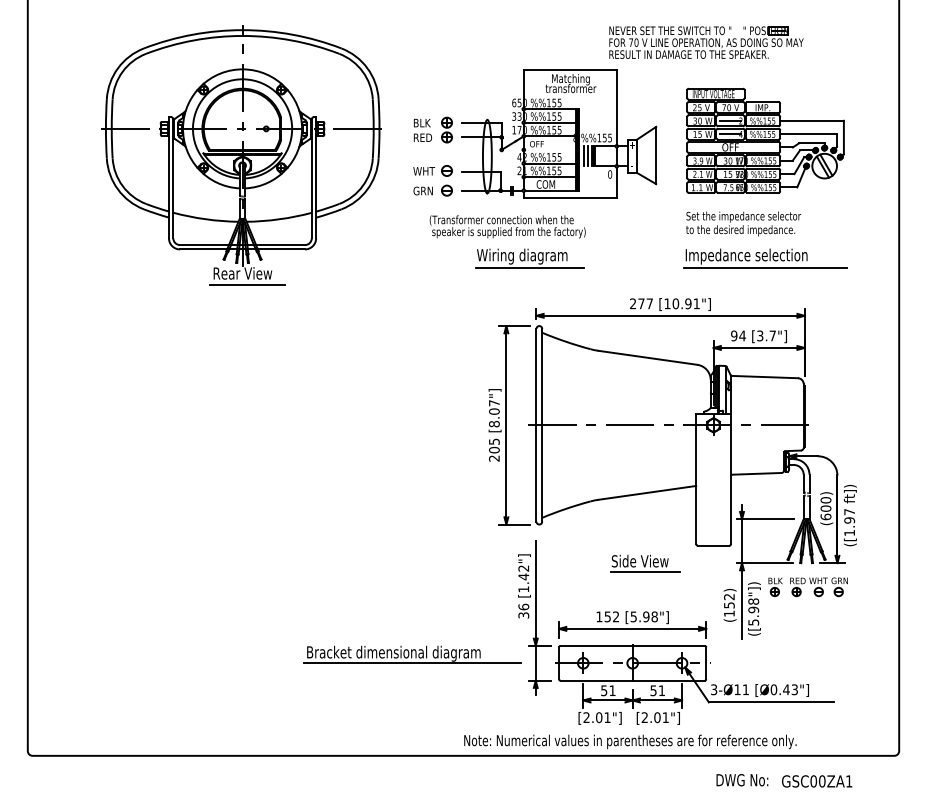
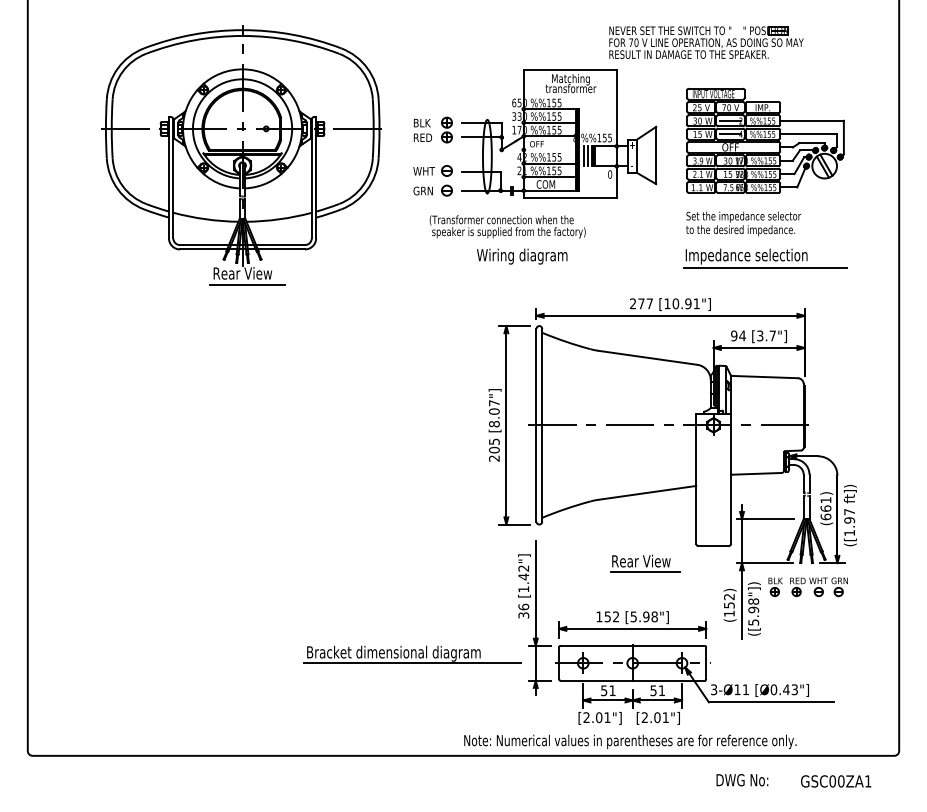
line at (529, 267): present -> none
text at (825, 504): (600) -> (661)
text at (640, 560): Side View -> Rear View
text at (817, 781) position: (817, 781) -> (836, 781)
